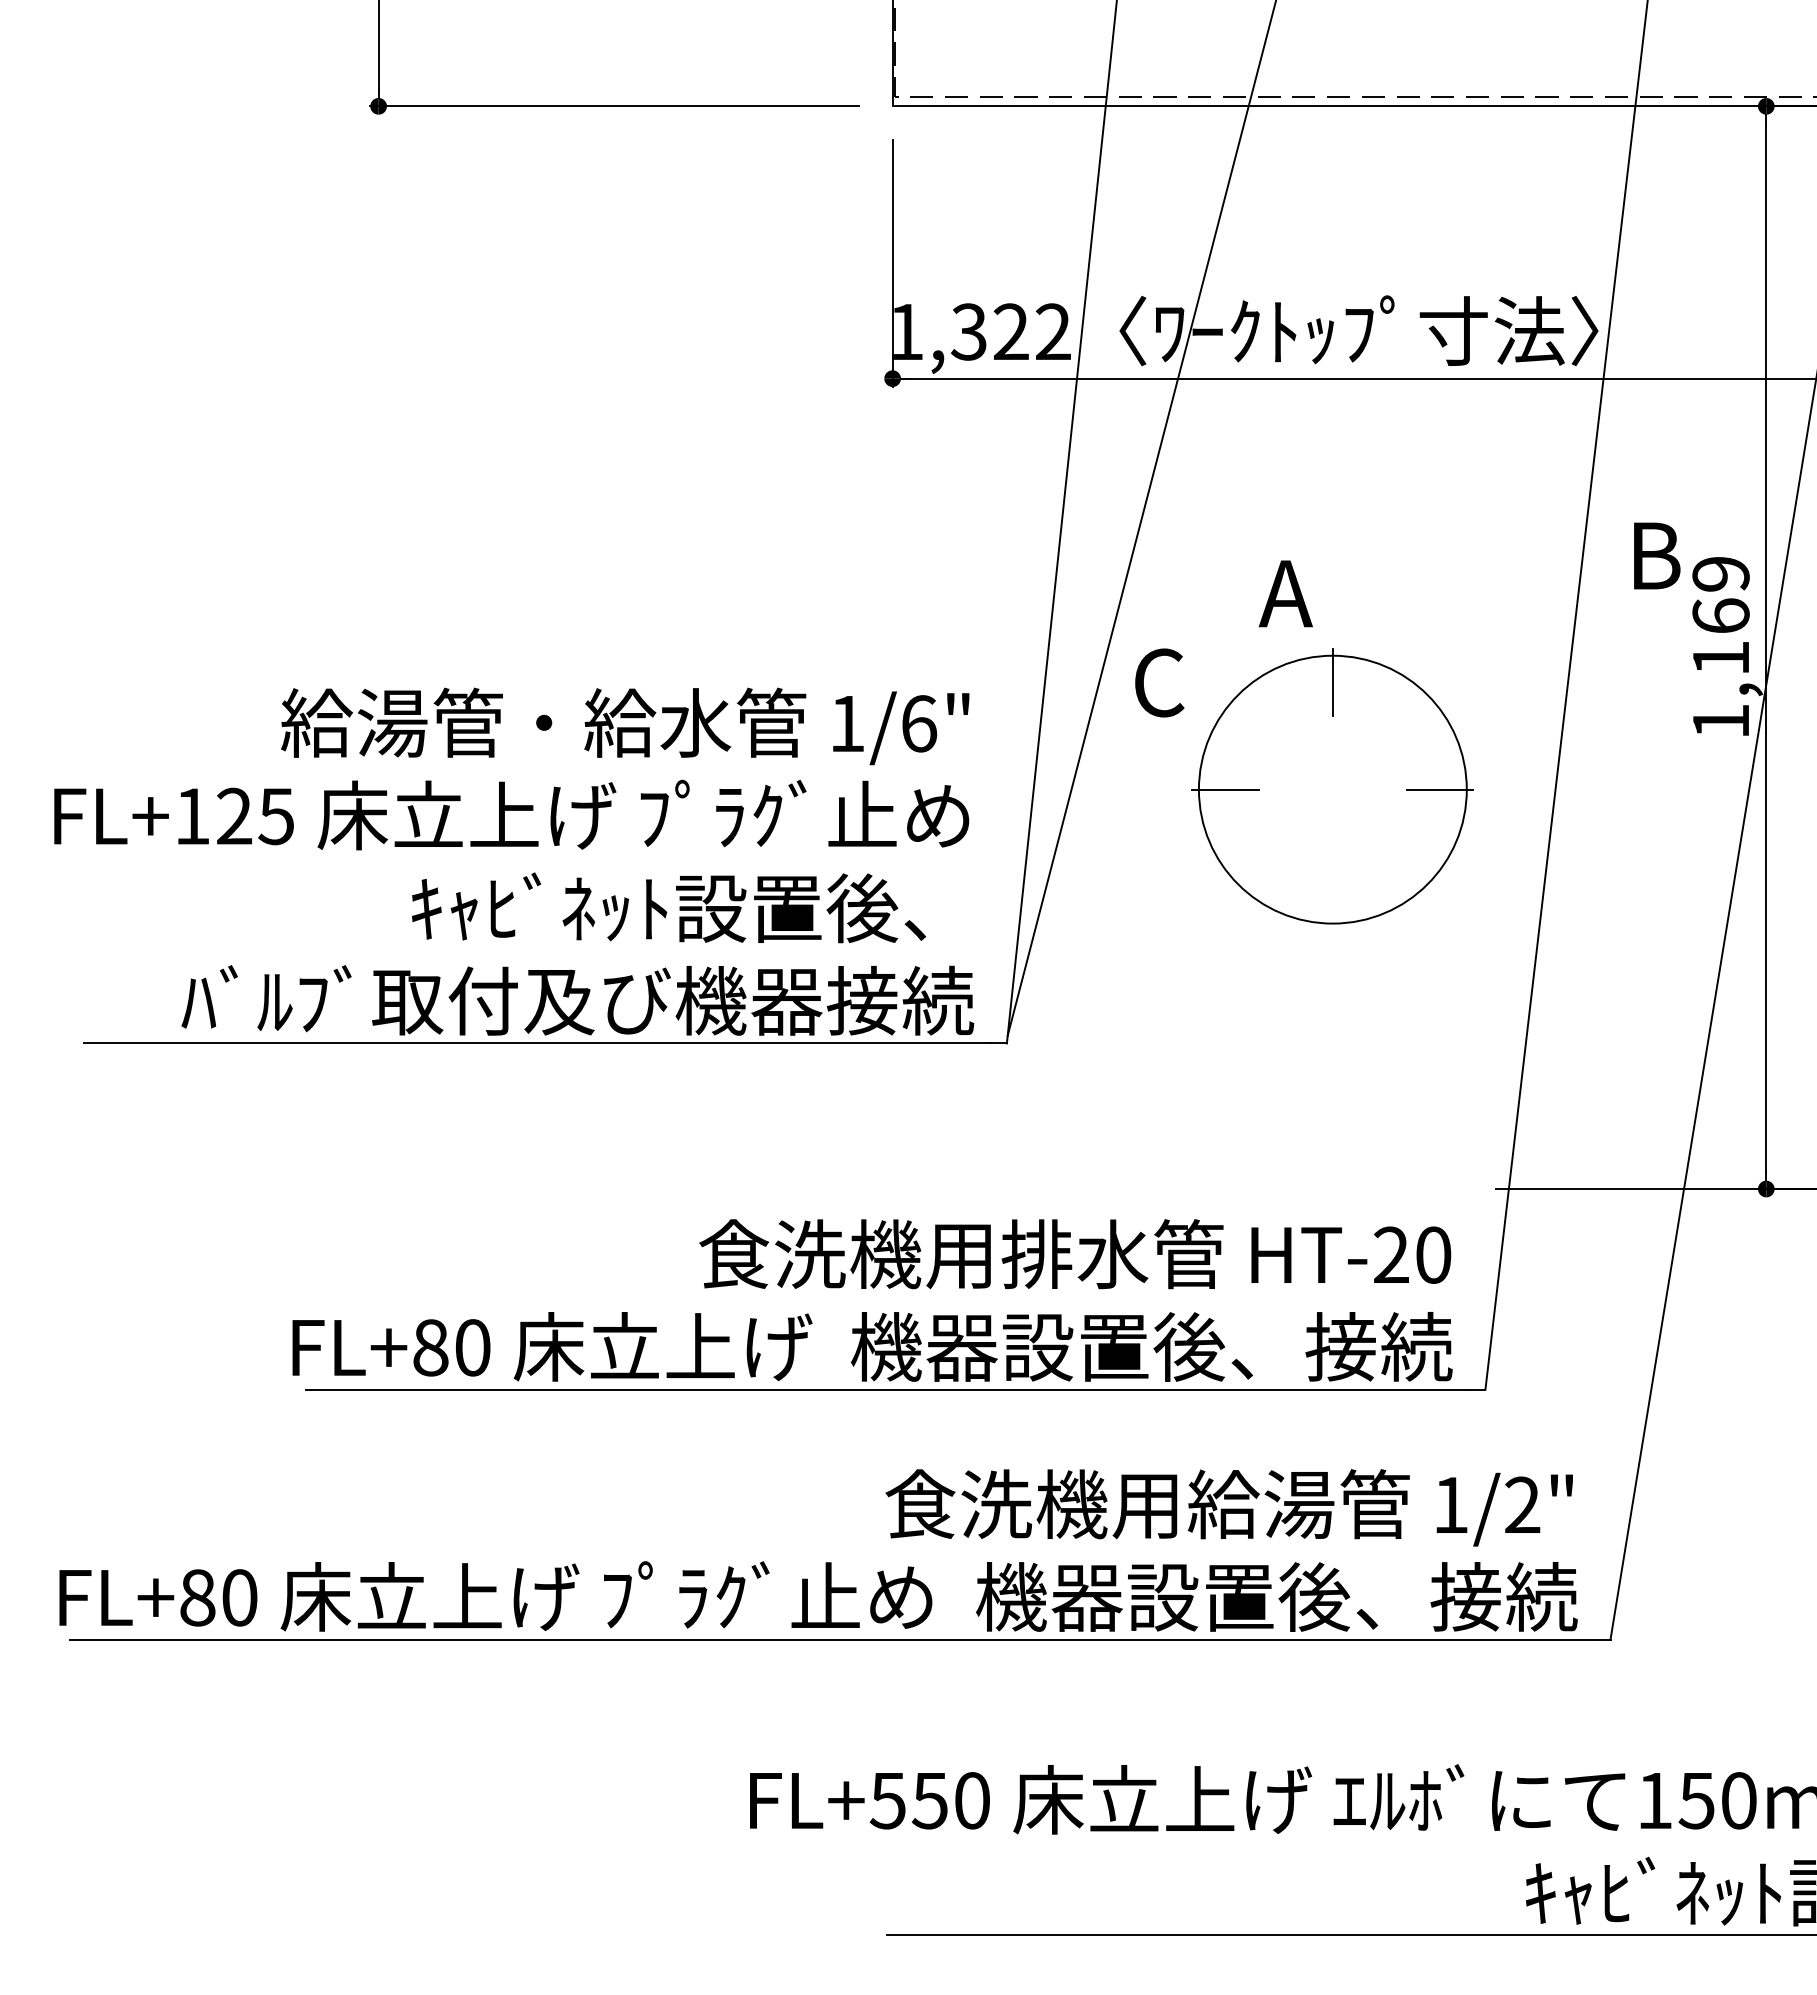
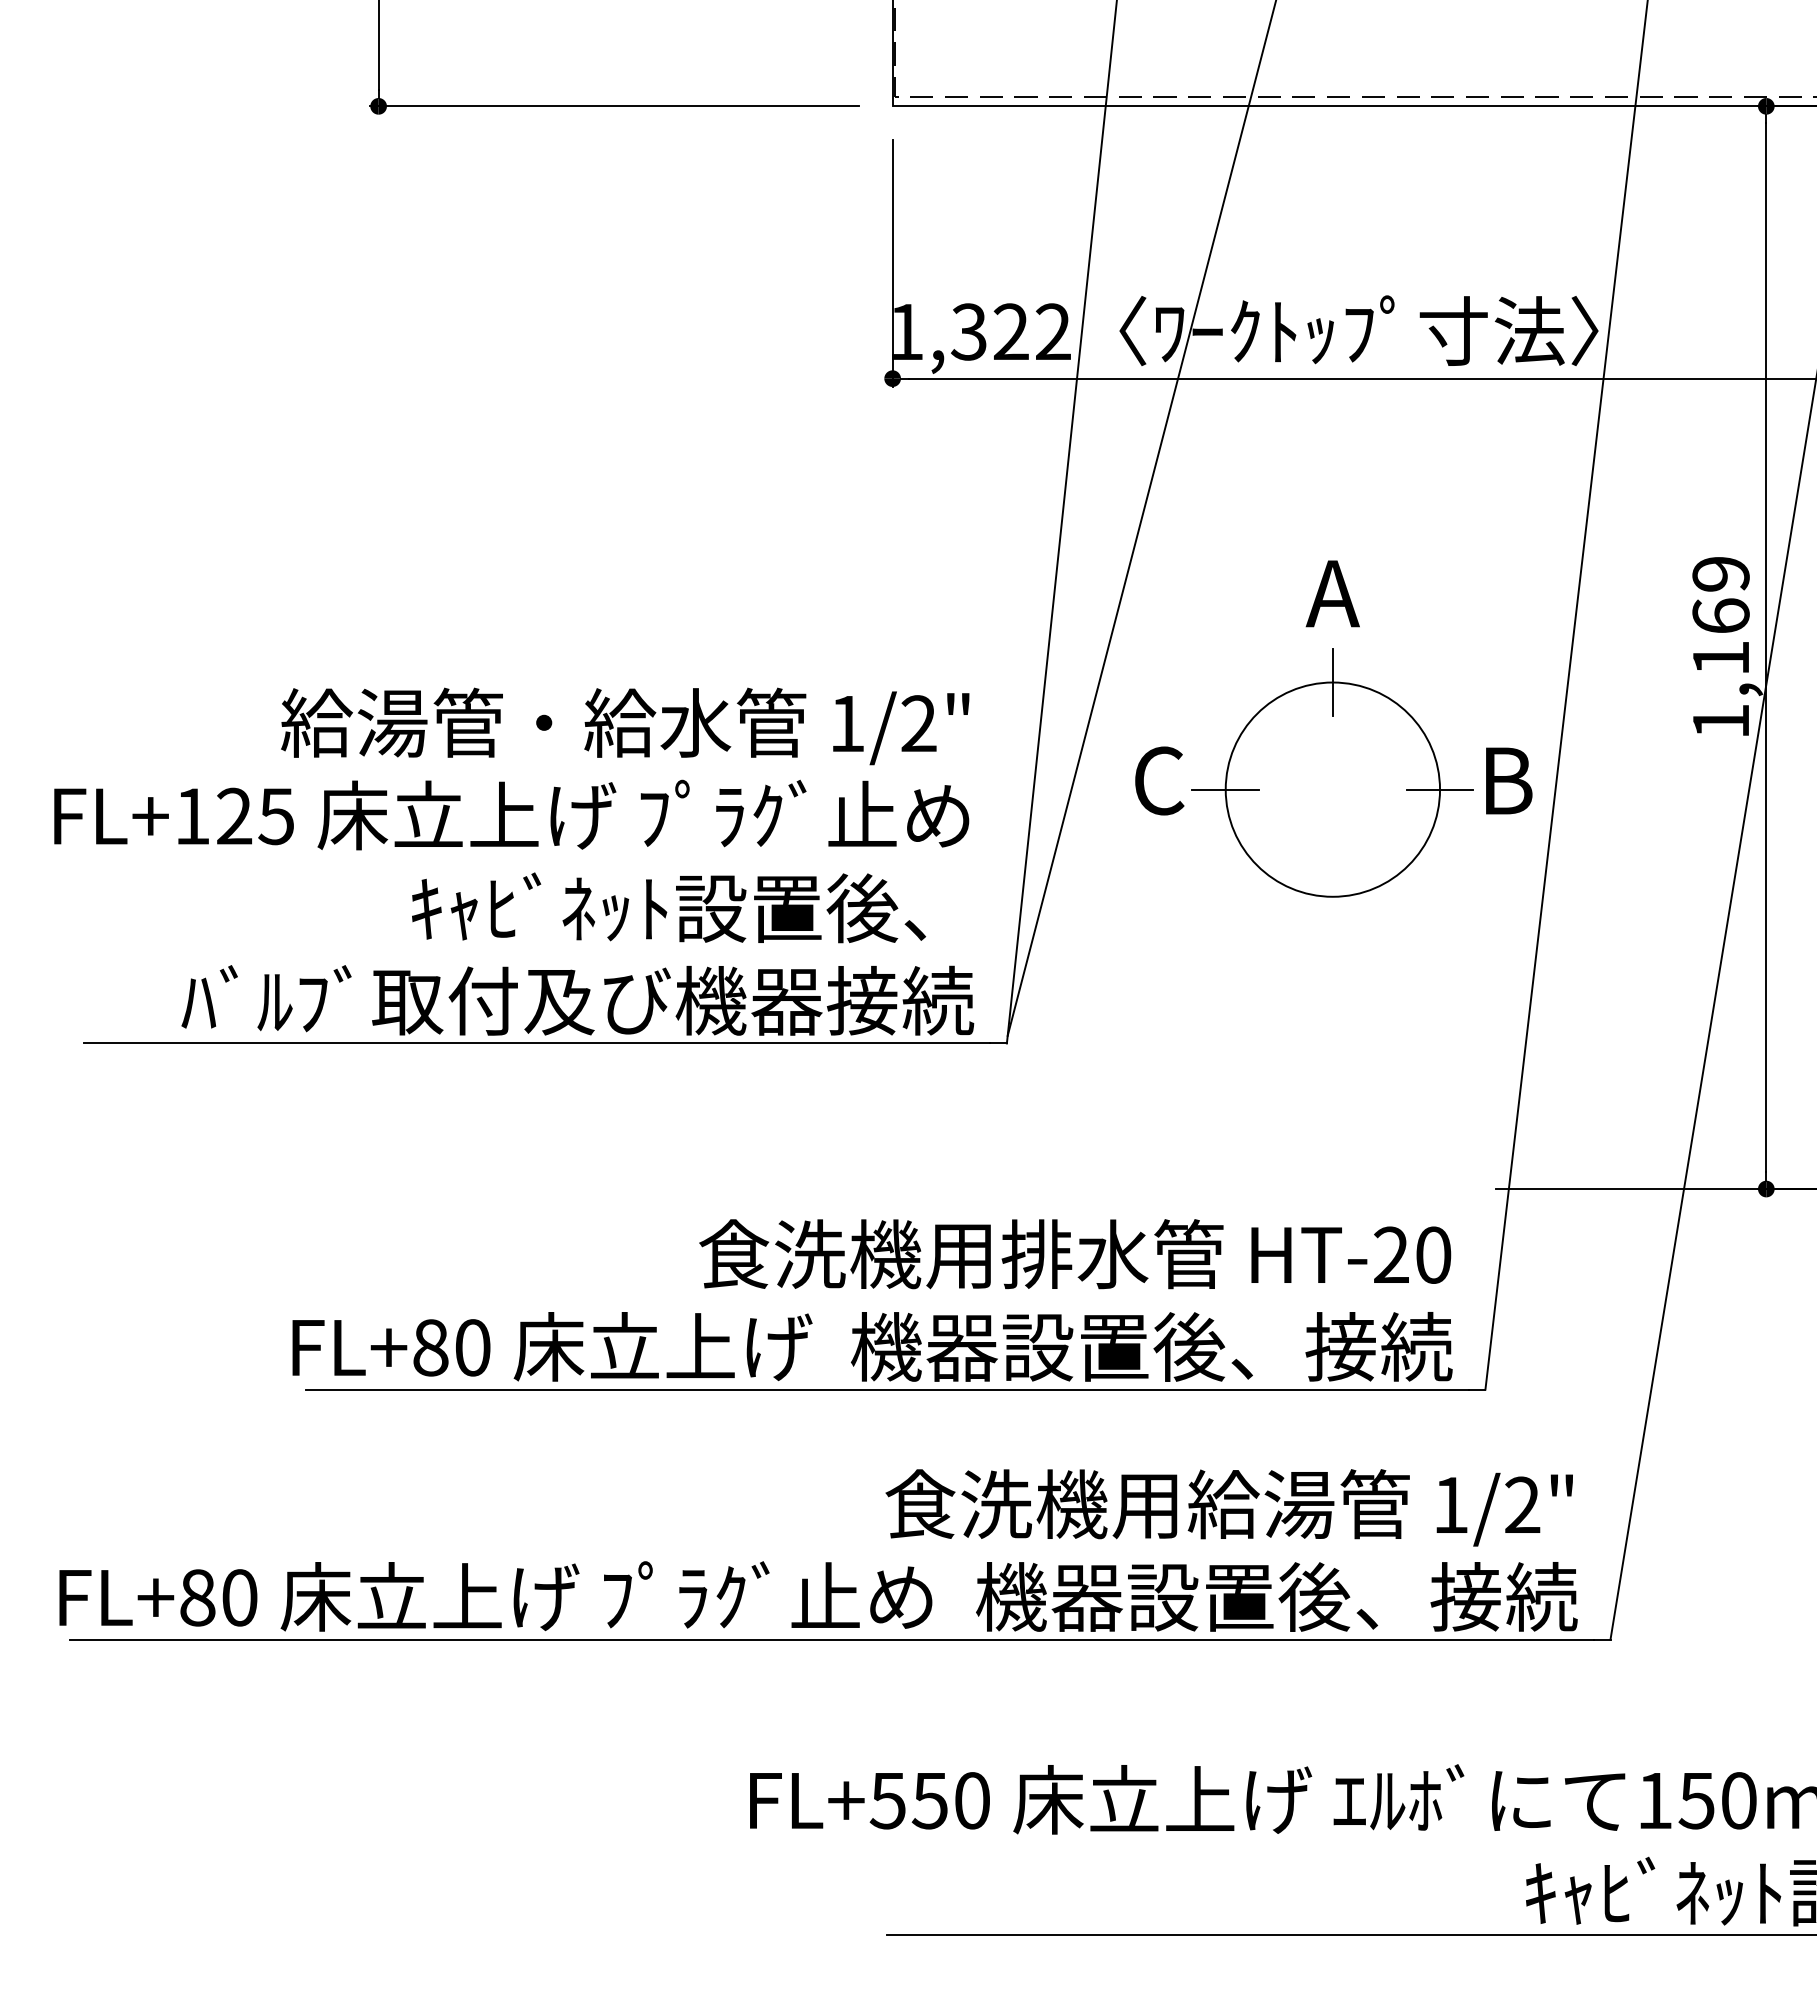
text at (1657, 555) position: (1657, 555) -> (1509, 780)
text at (1285, 593) position: (1285, 593) -> (1332, 593)
text at (1159, 682) position: (1159, 682) -> (1159, 780)
text at (919, 723): 1/6" -> 1/2"
circle at (1332, 789) diameter: 268 px -> 214 px
